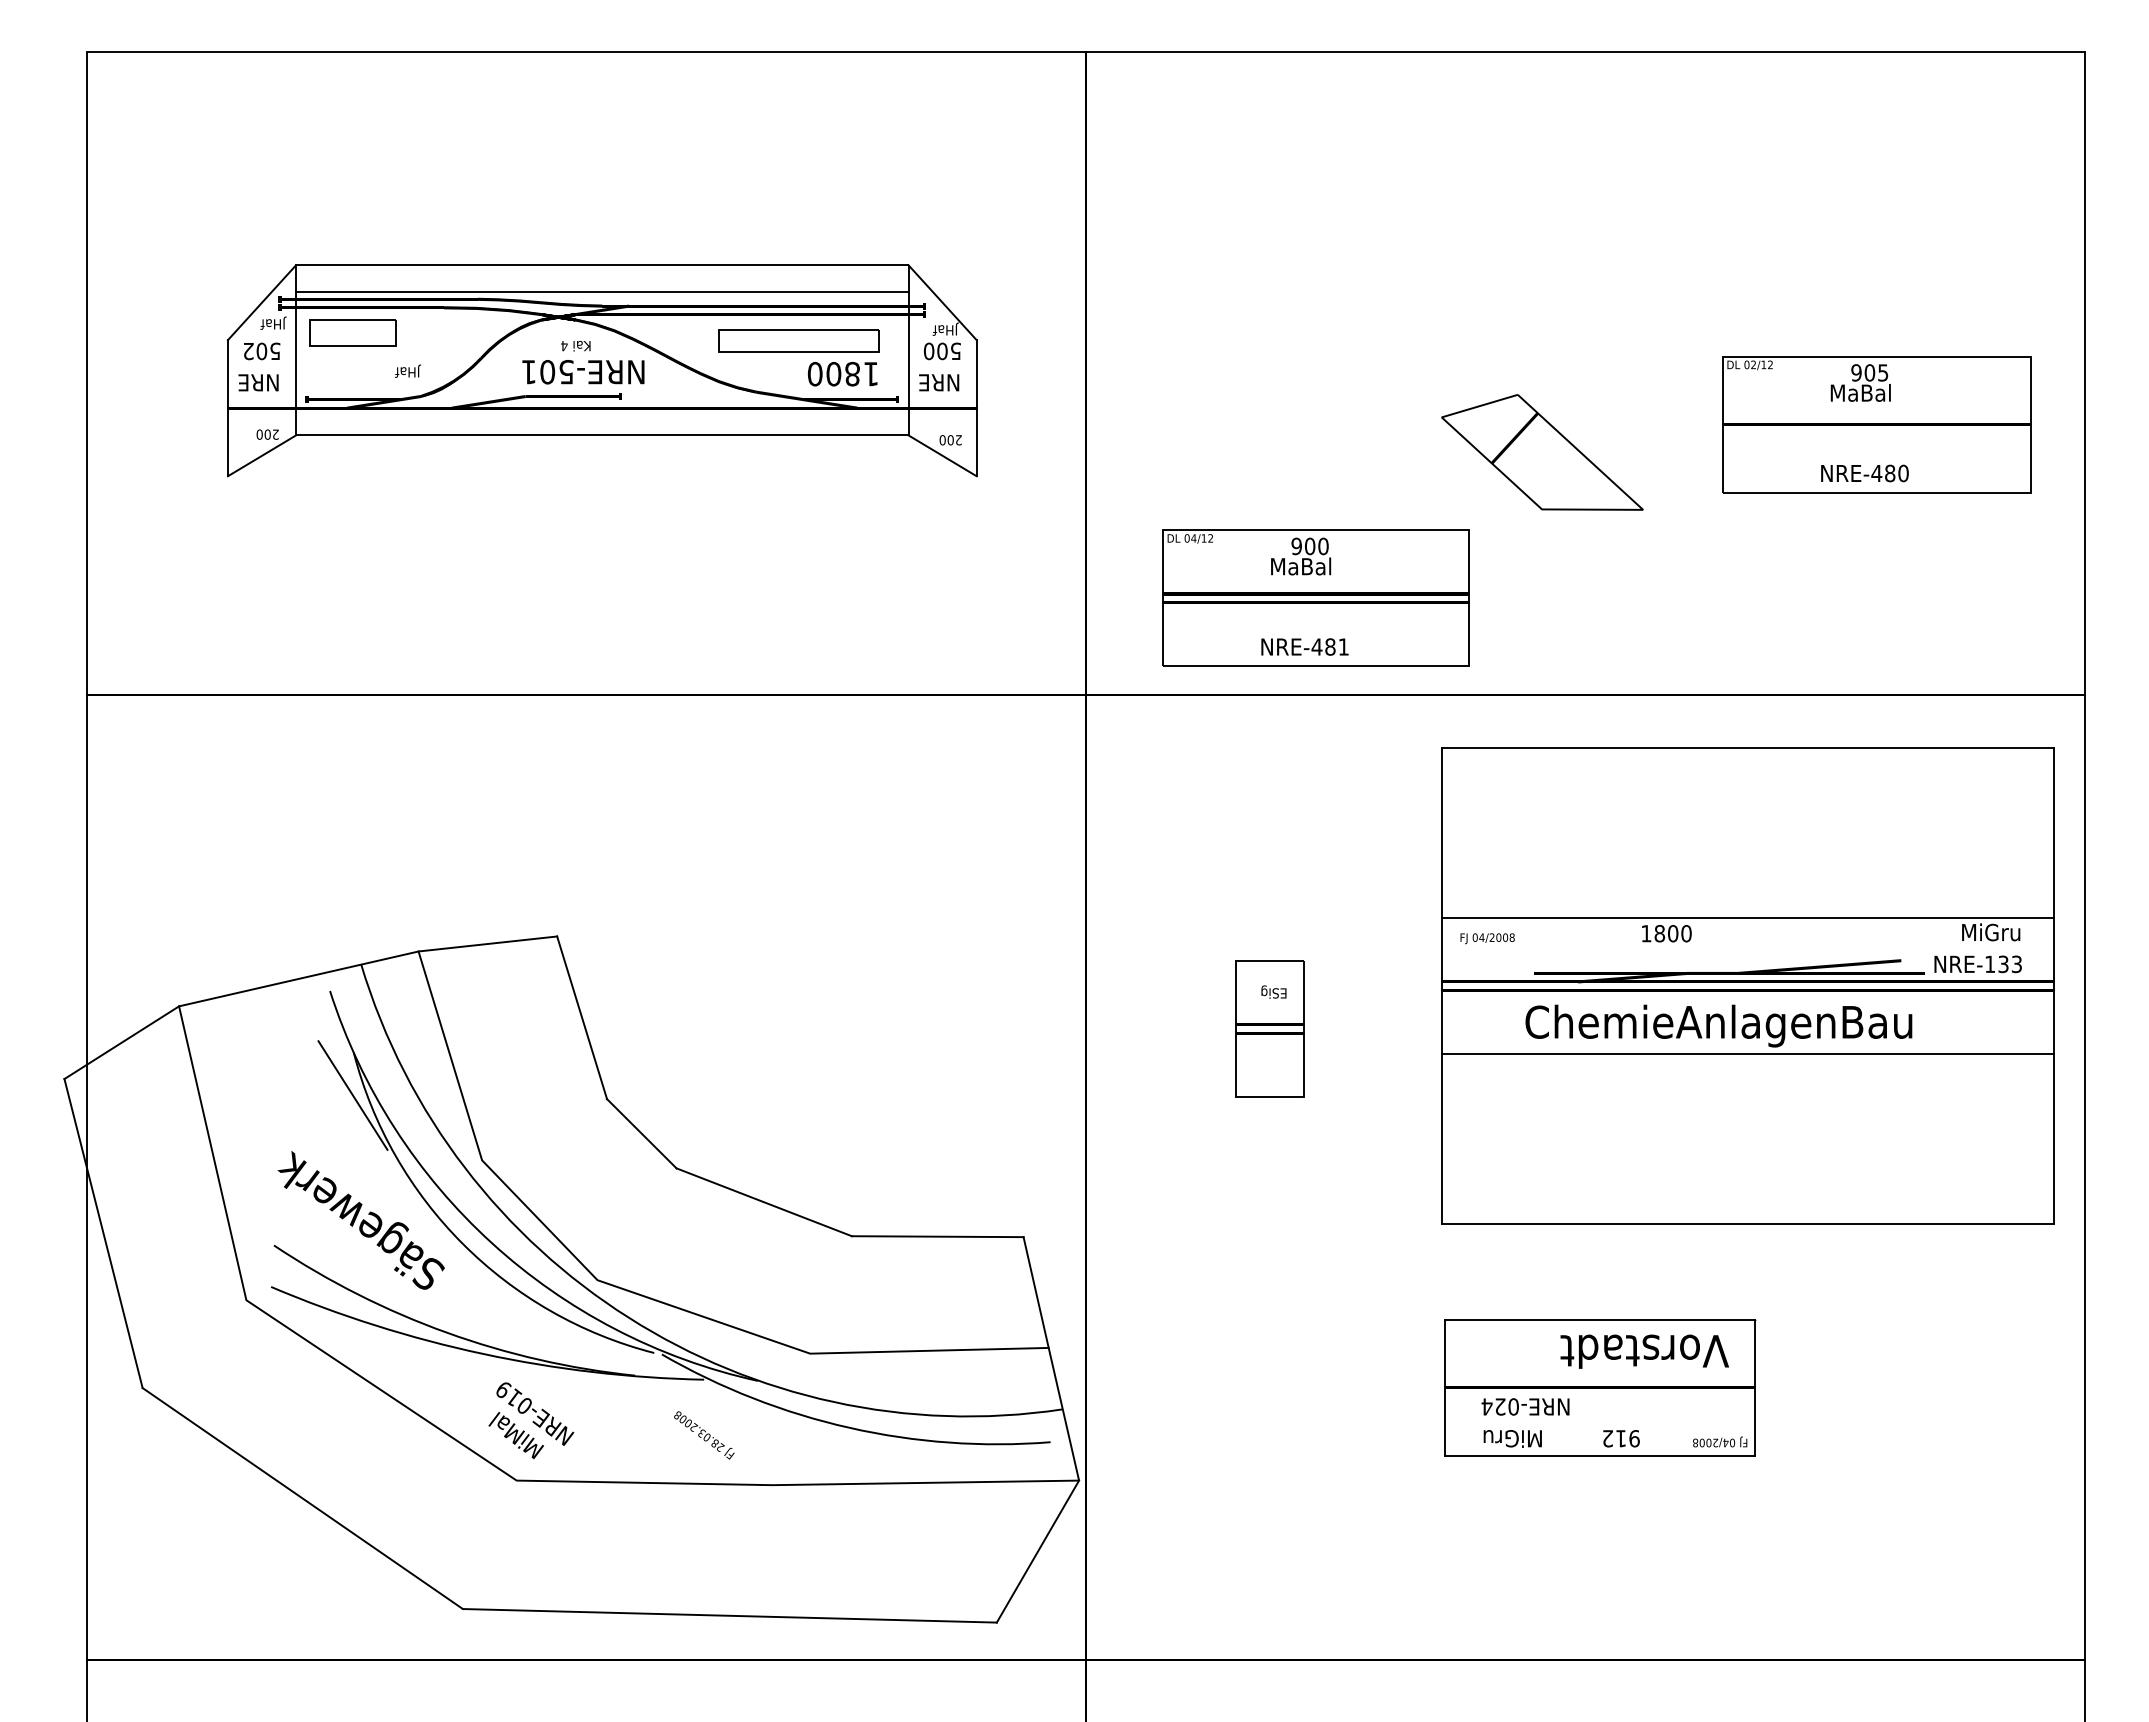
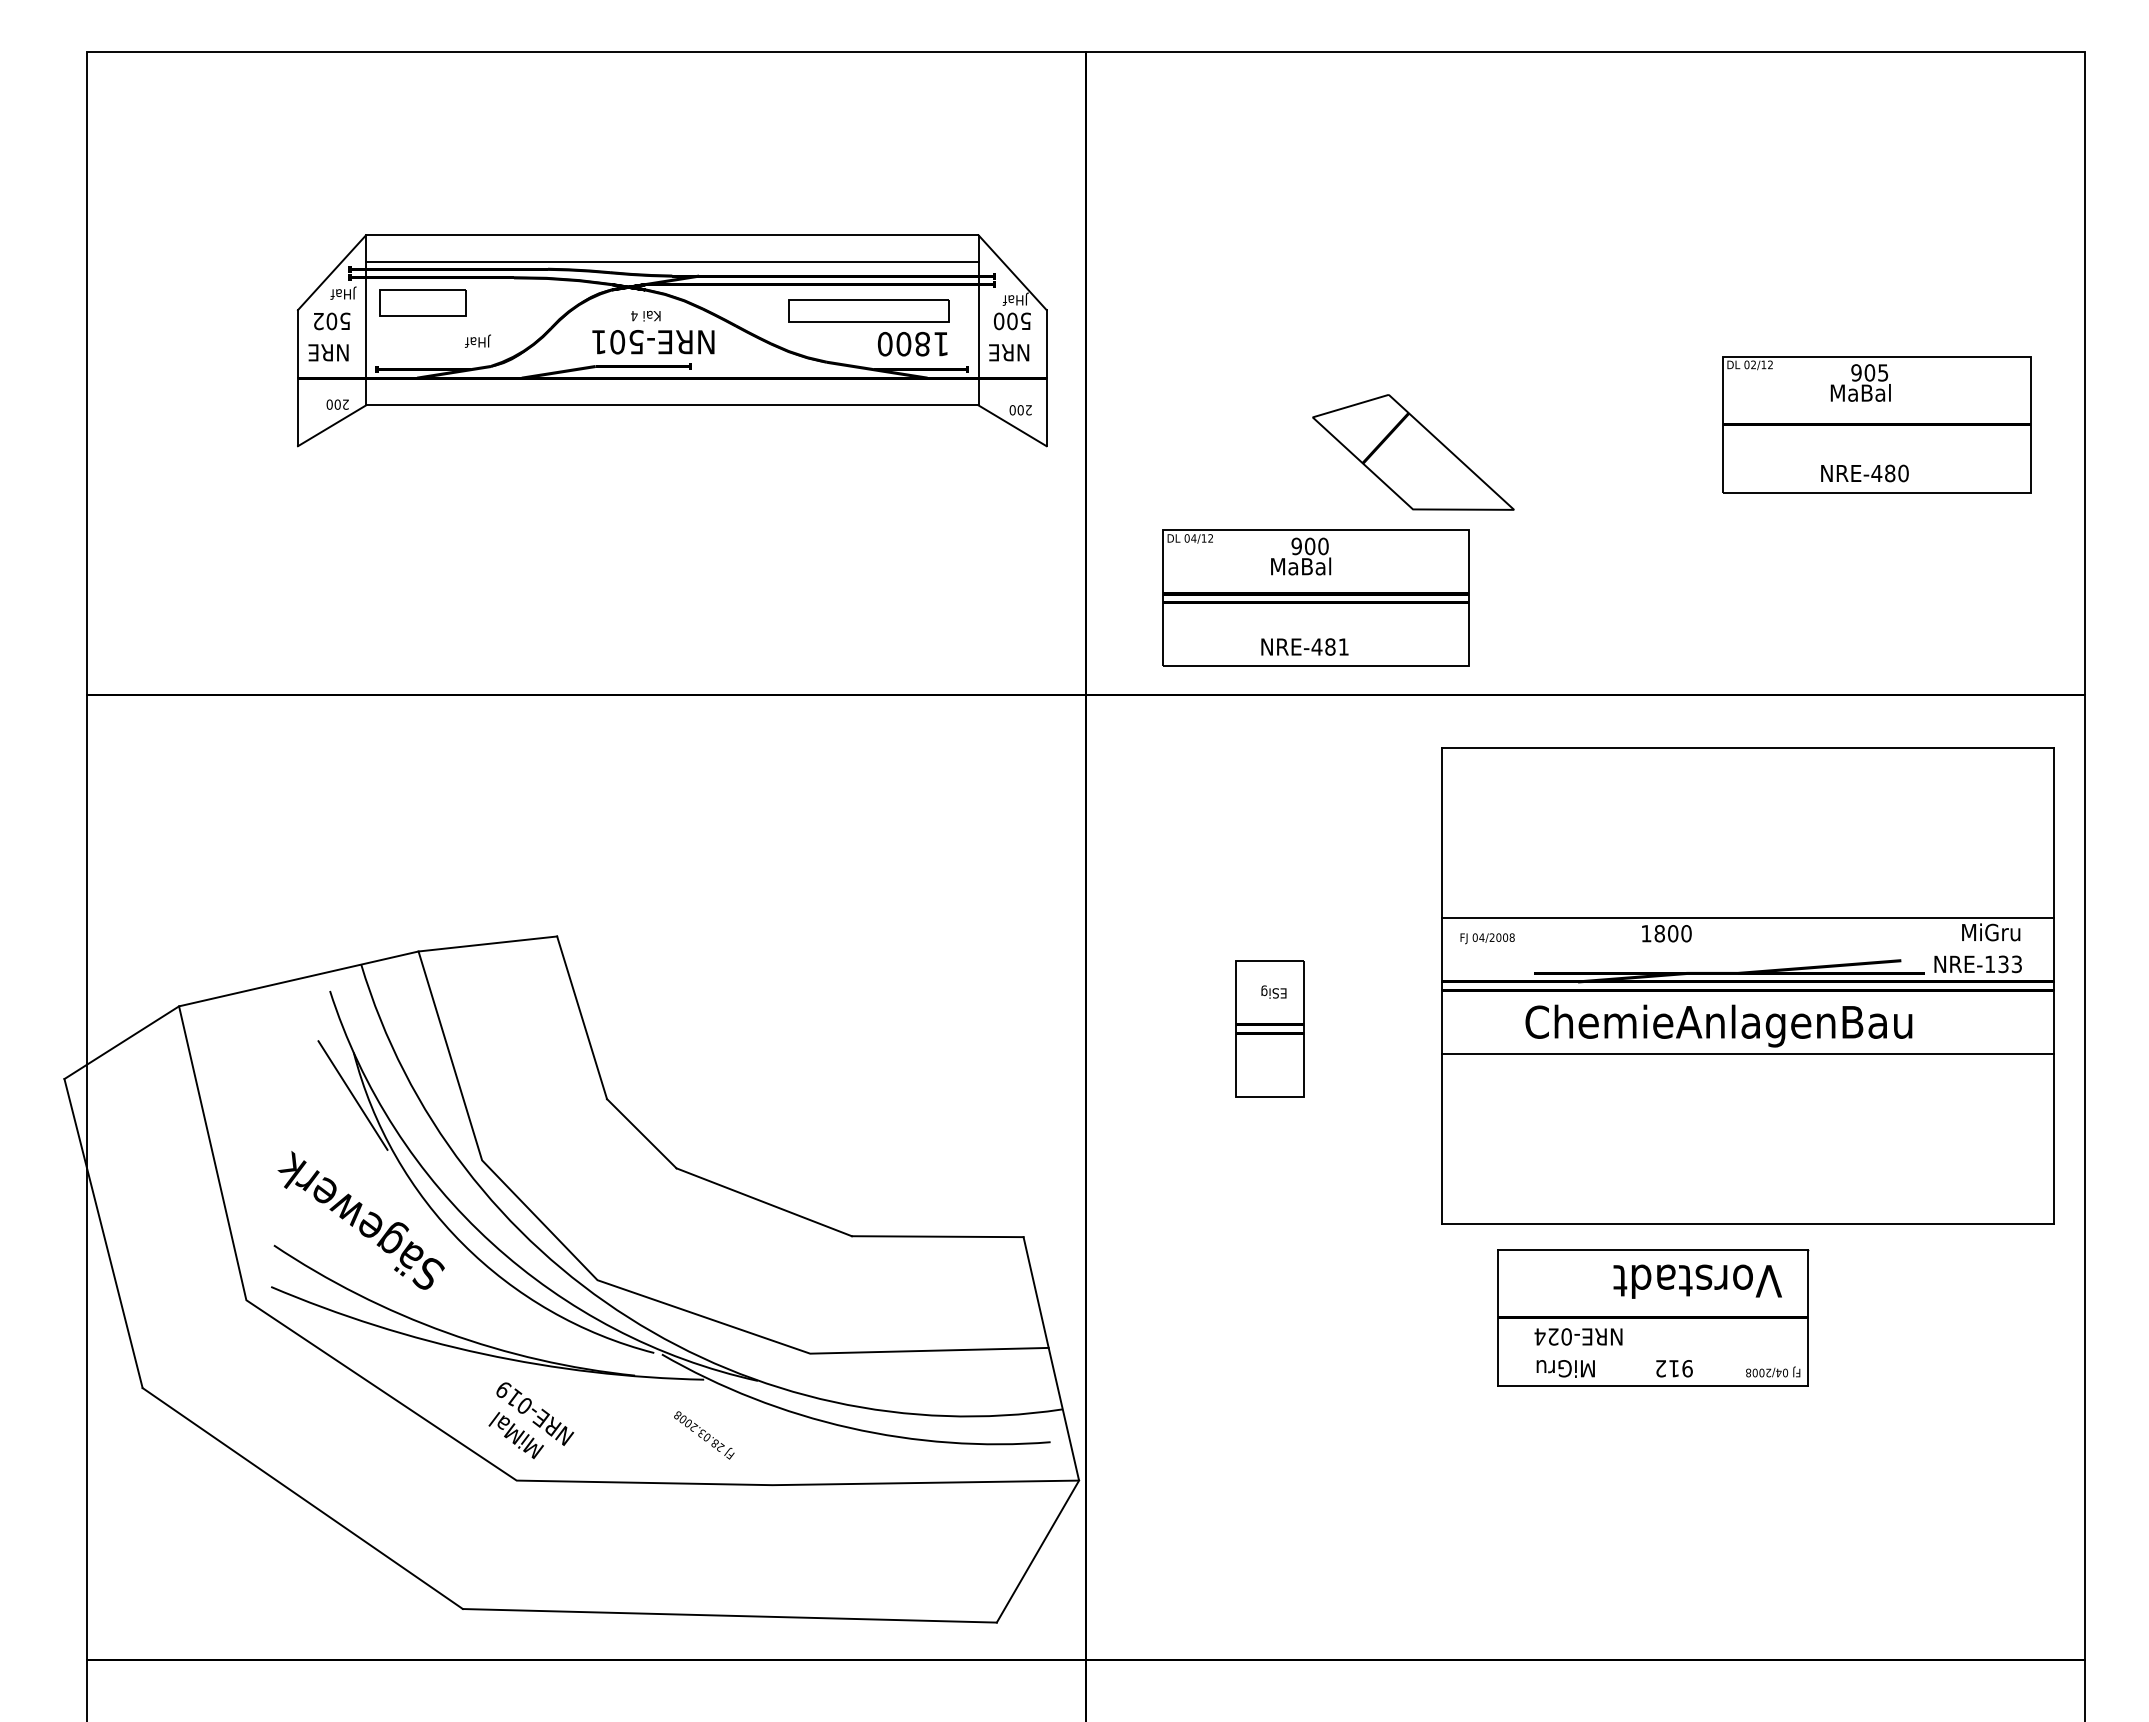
part at (602, 370) position: (602, 370) -> (672, 340)
part at (1542, 452) position: (1542, 452) -> (1413, 452)
part at (1600, 1387) position: (1600, 1387) -> (1653, 1317)
